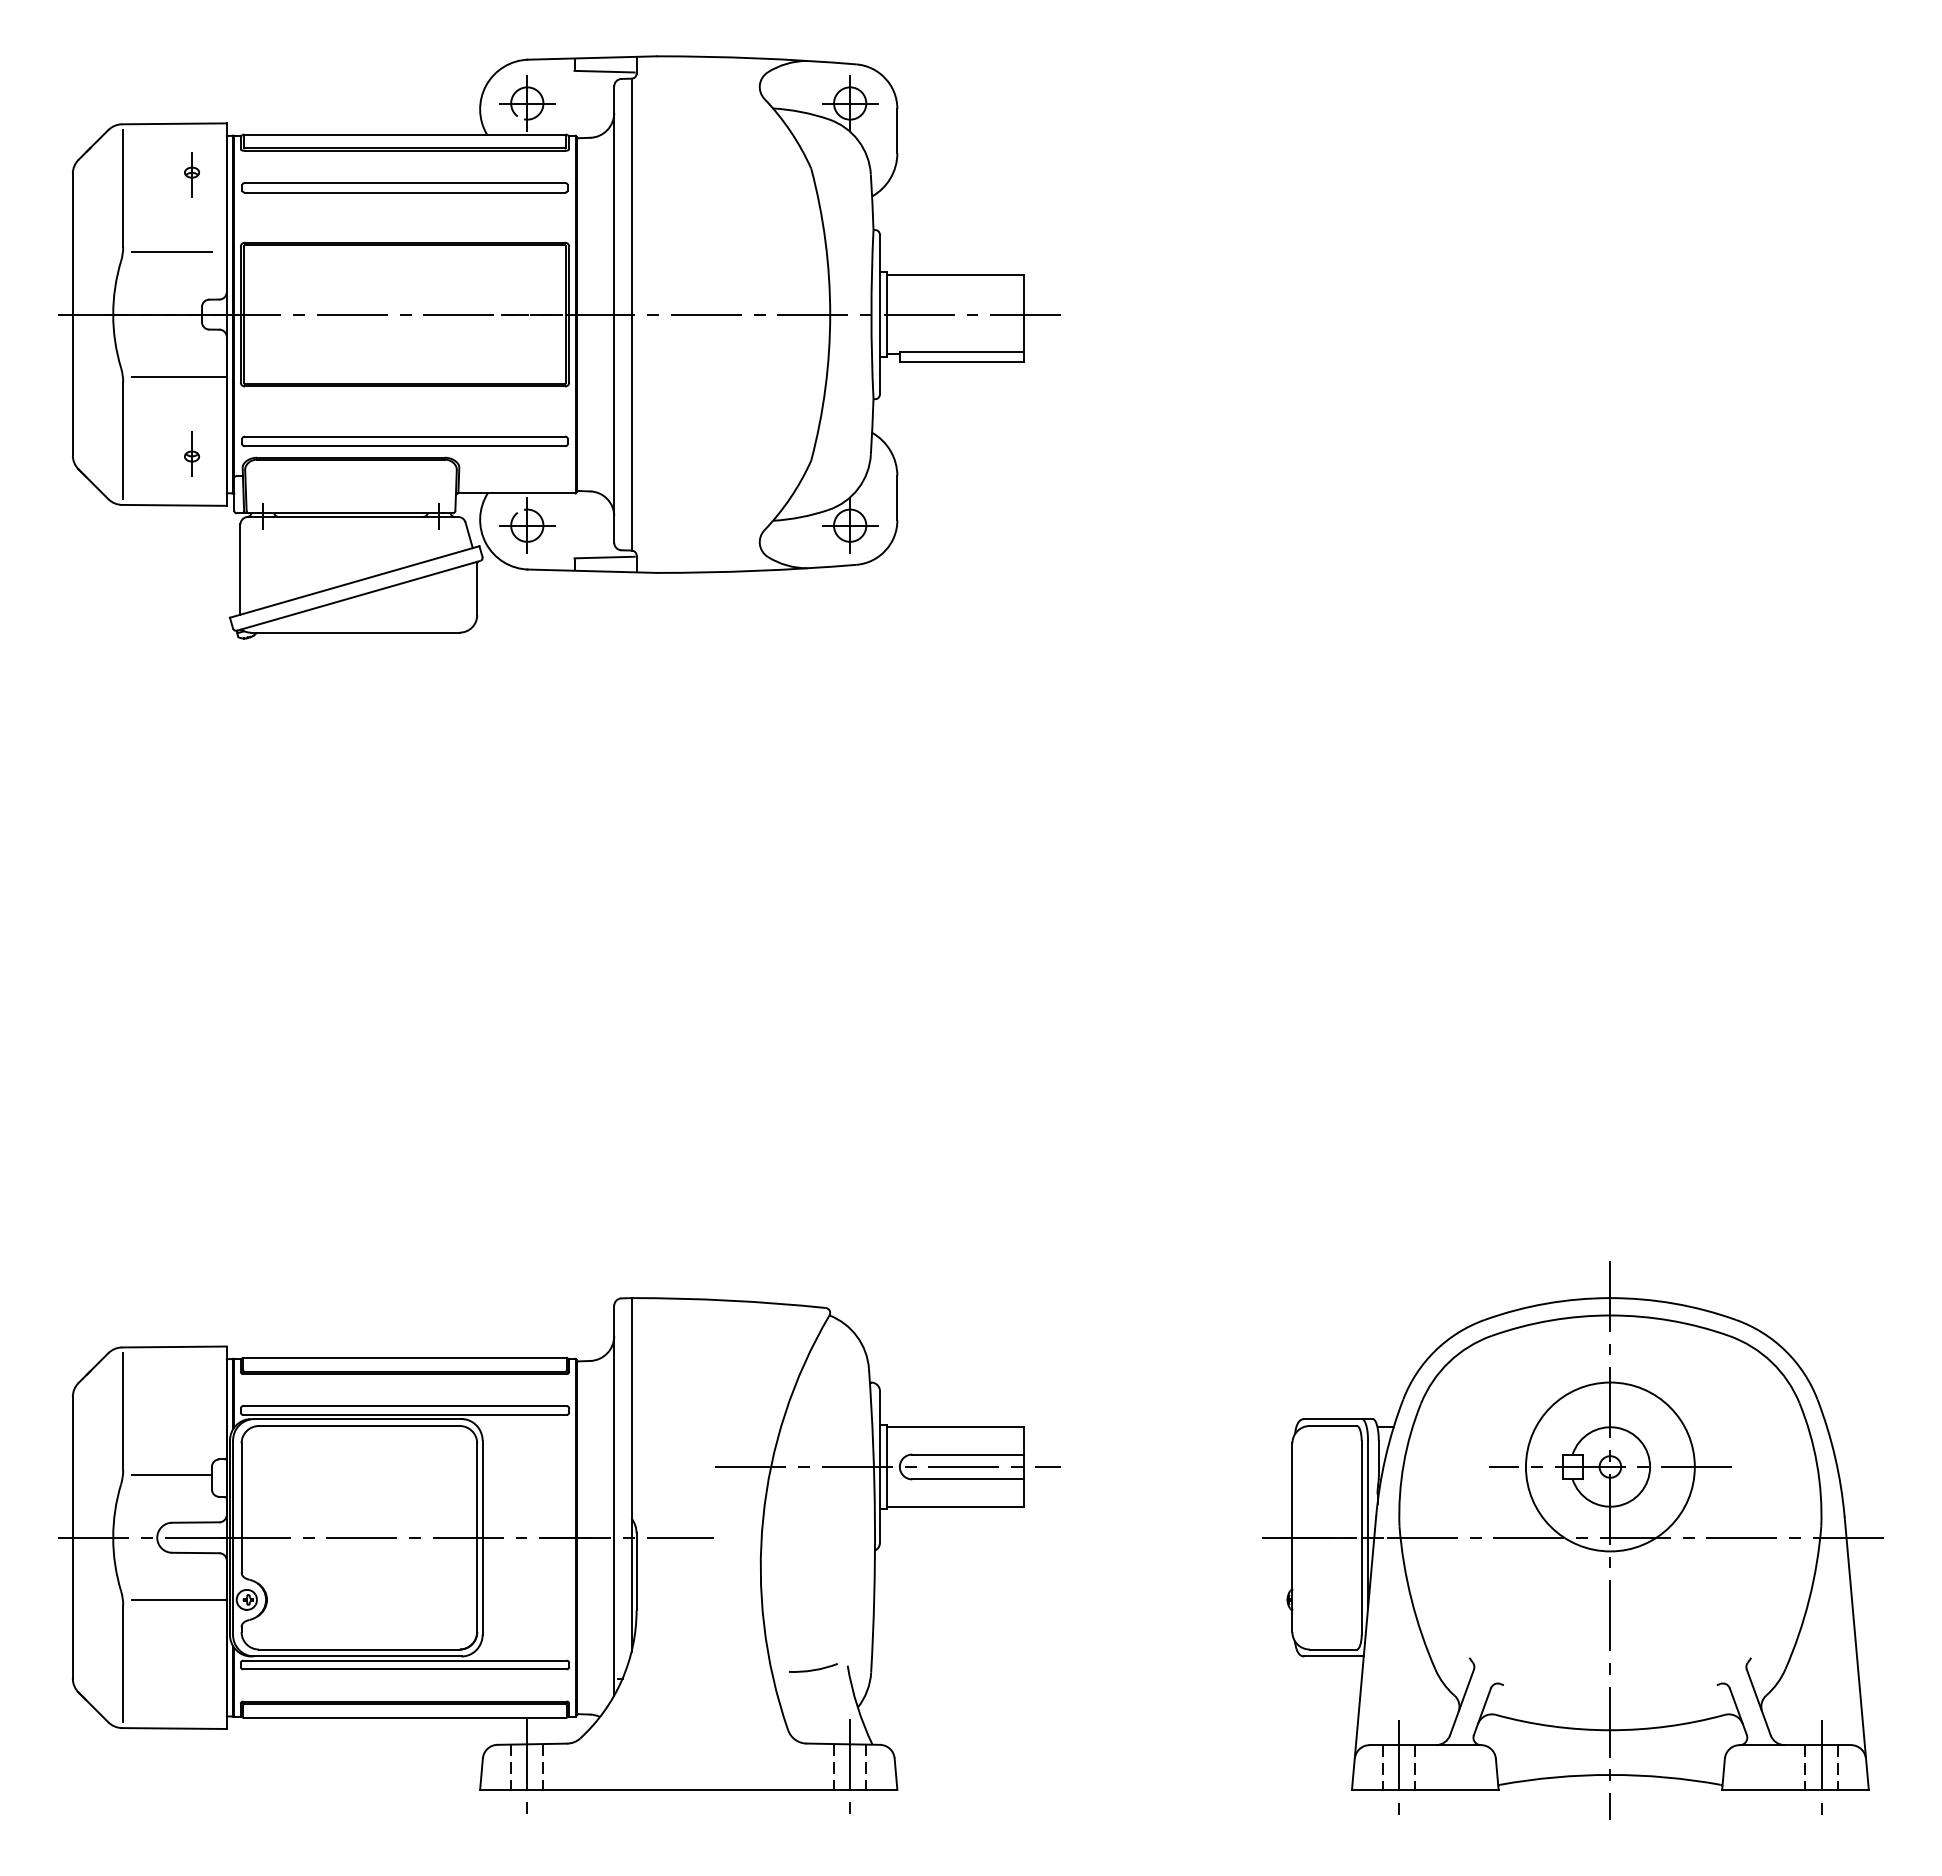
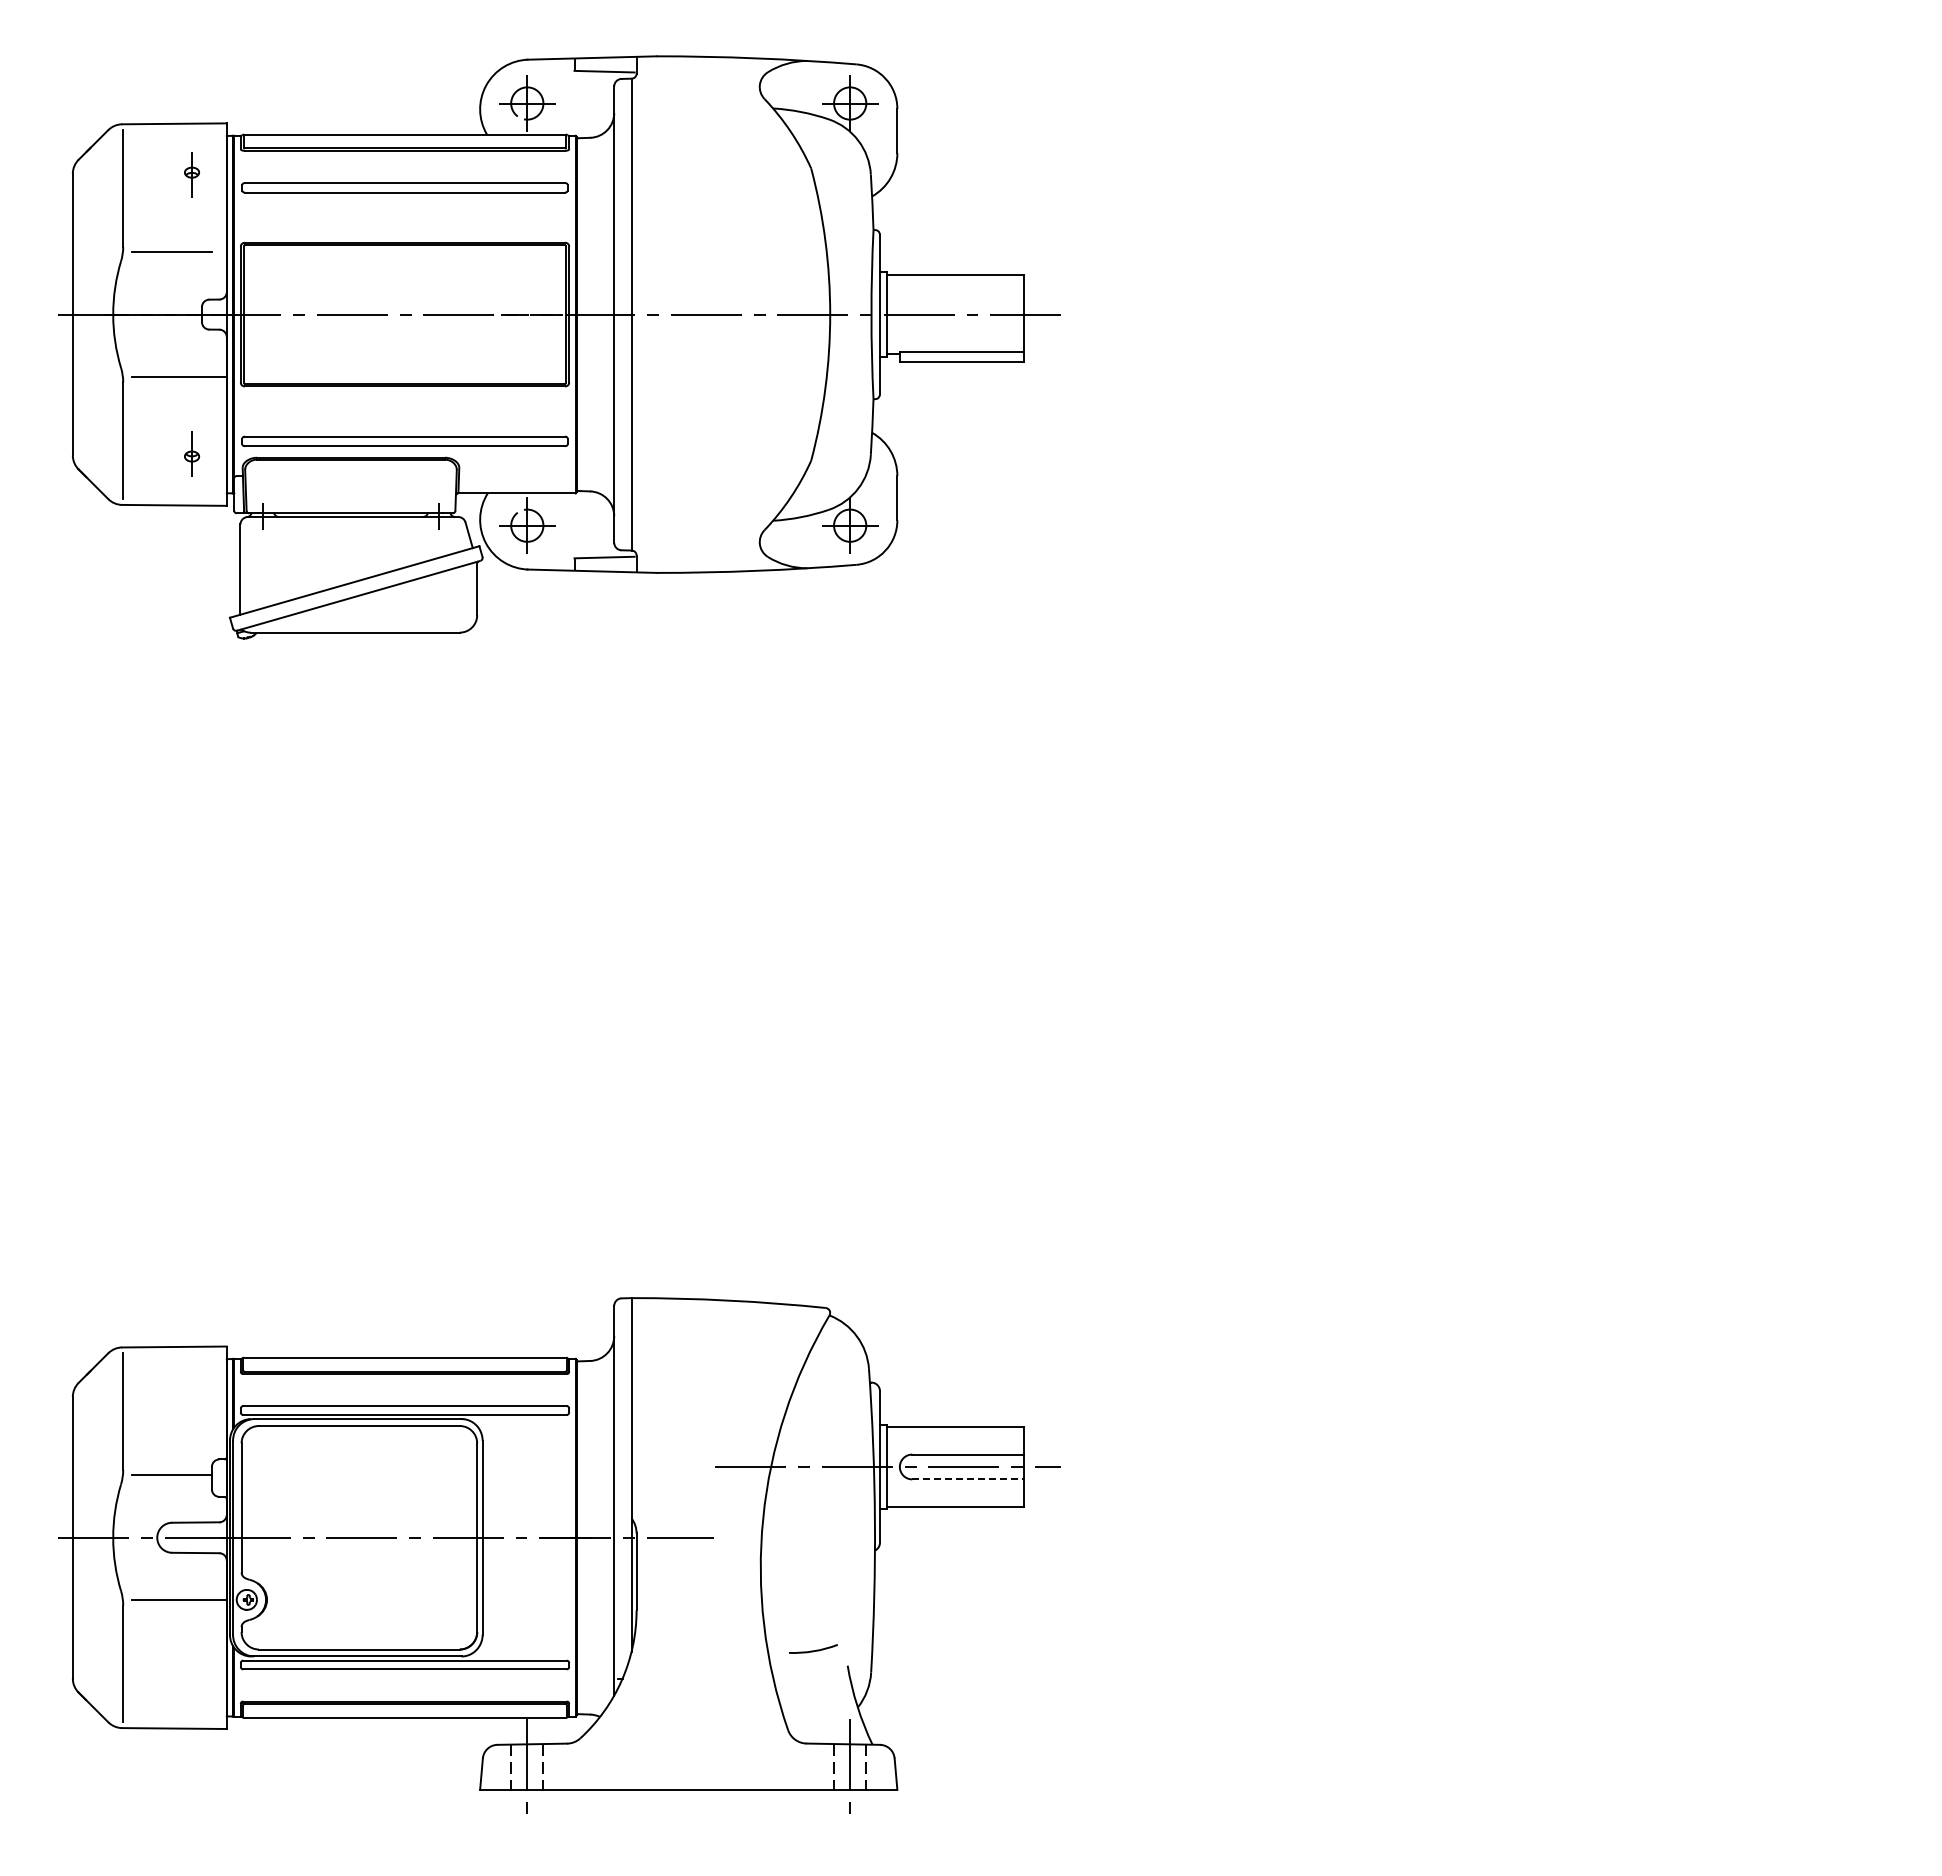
line at (968, 1479): solid -> dashed
part at (1572, 1540): present -> none
arc at (813, 1669) position: (813, 1669) -> (813, 1650)
